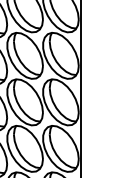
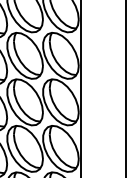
line at (125, 88): none -> present
